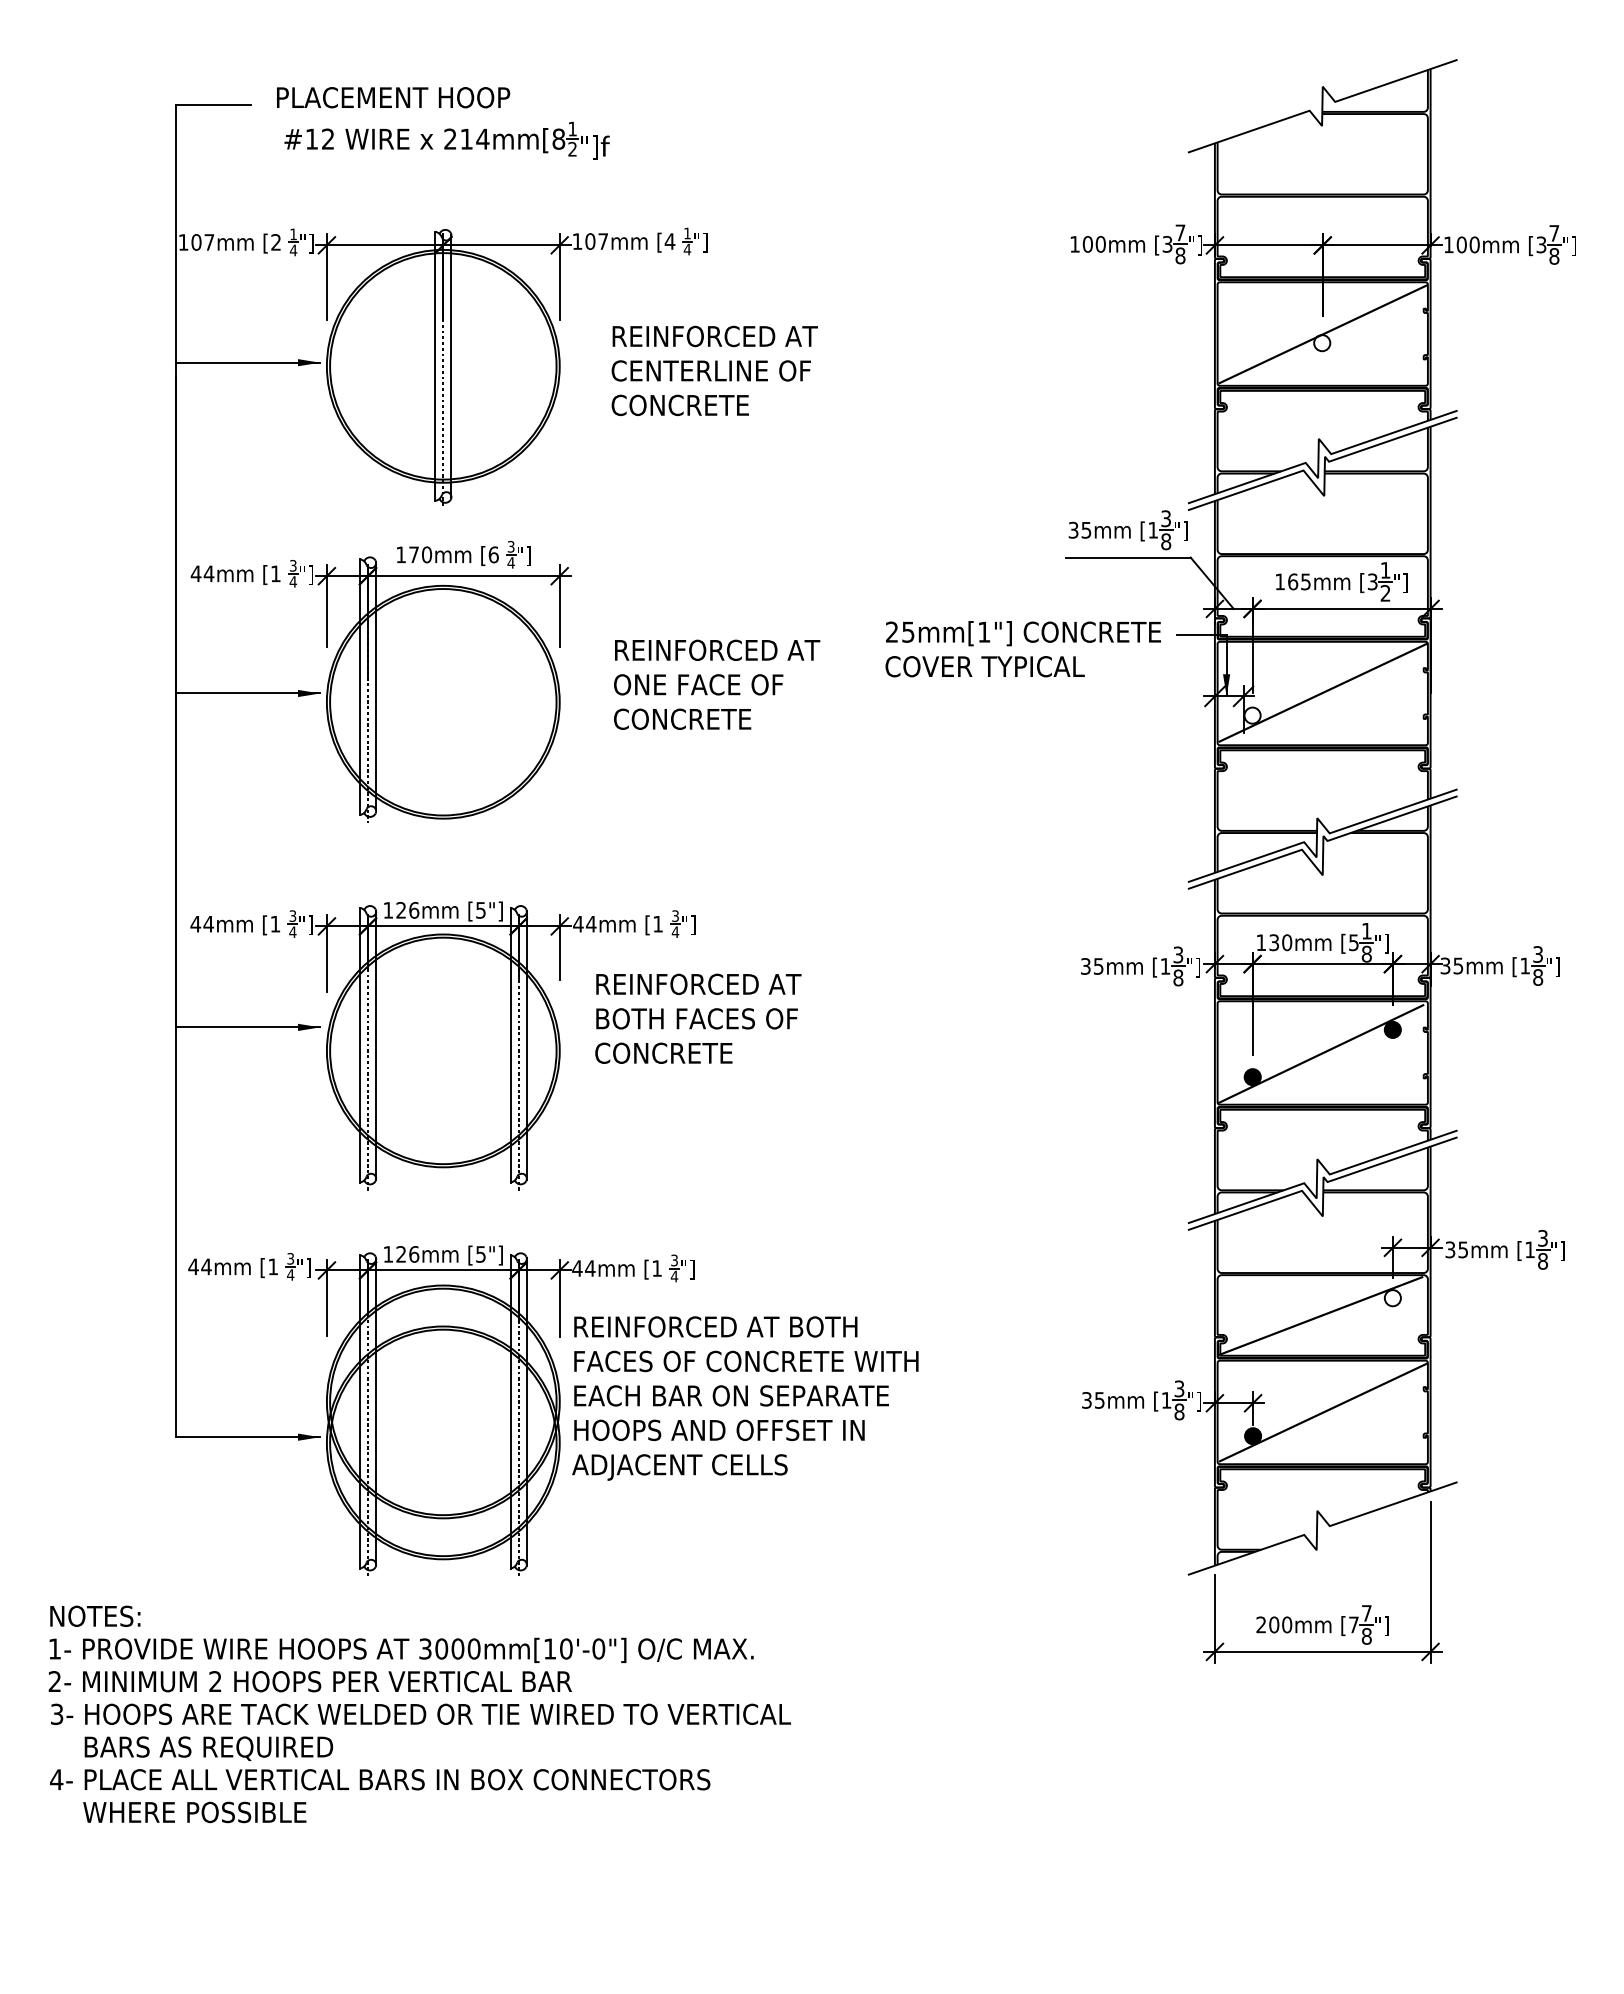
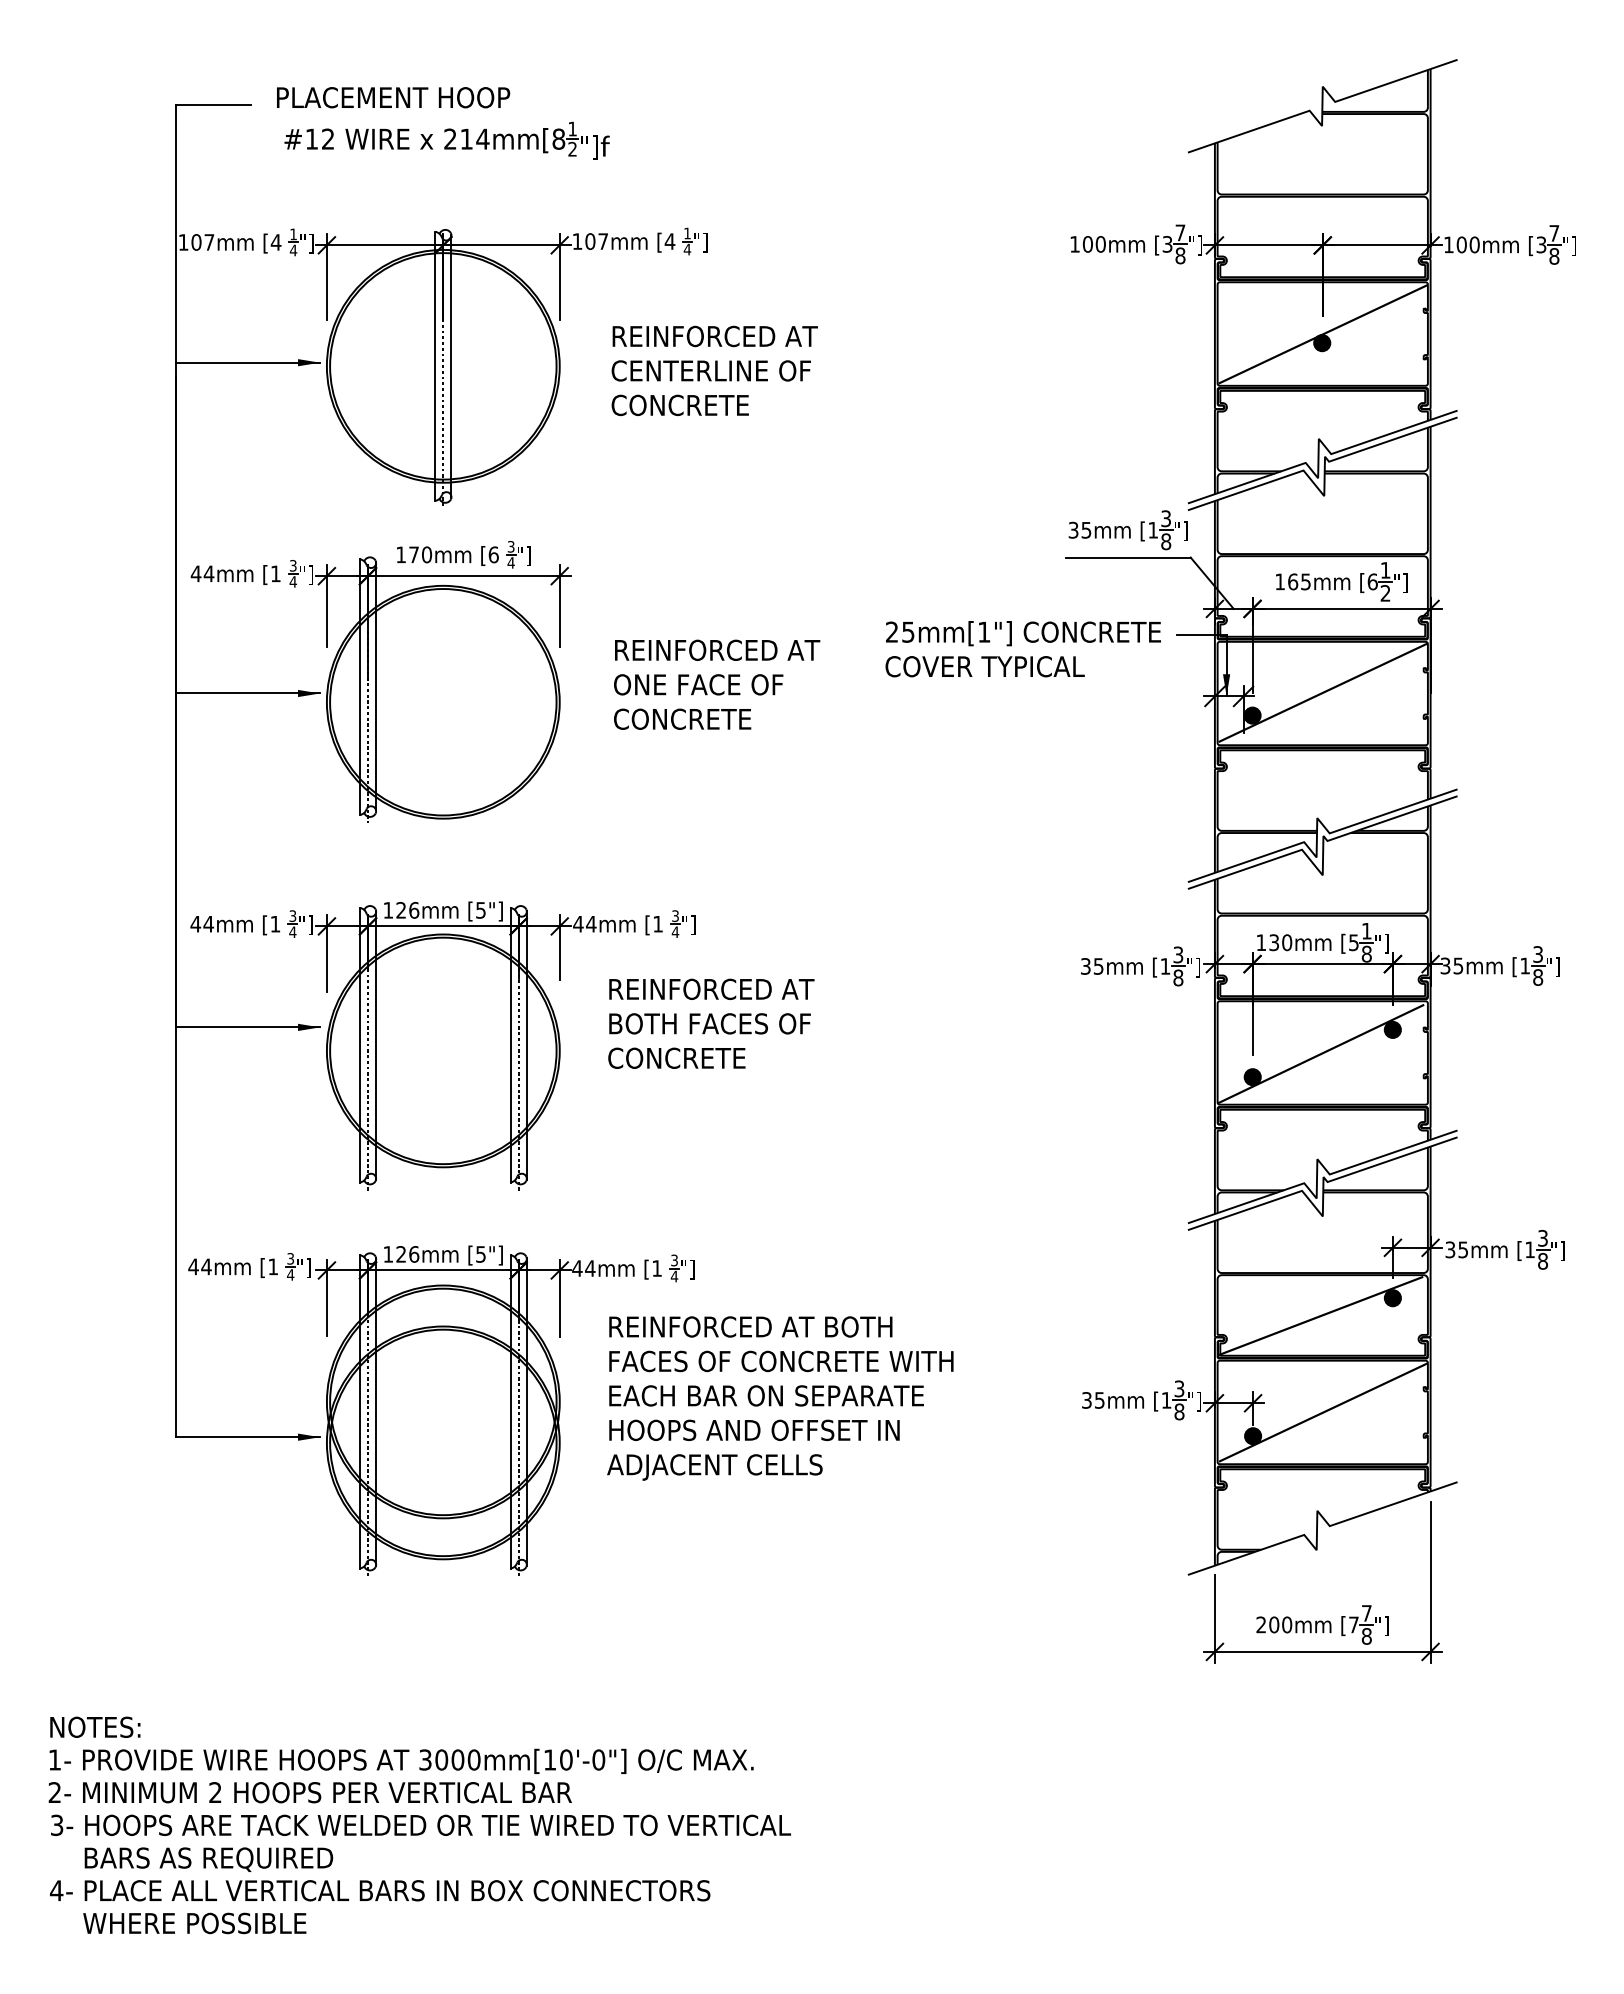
text at (275, 242): [2 -> [4
fill at (1322, 343): none -> present
text at (1372, 581): [3 -> [6
fill at (1252, 715): none -> present
text at (698, 1018) position: (698, 1018) -> (711, 1023)
fill at (1392, 1298): none -> present
text at (745, 1398) position: (745, 1398) -> (780, 1398)
text at (419, 1714) position: (419, 1714) -> (419, 1825)
